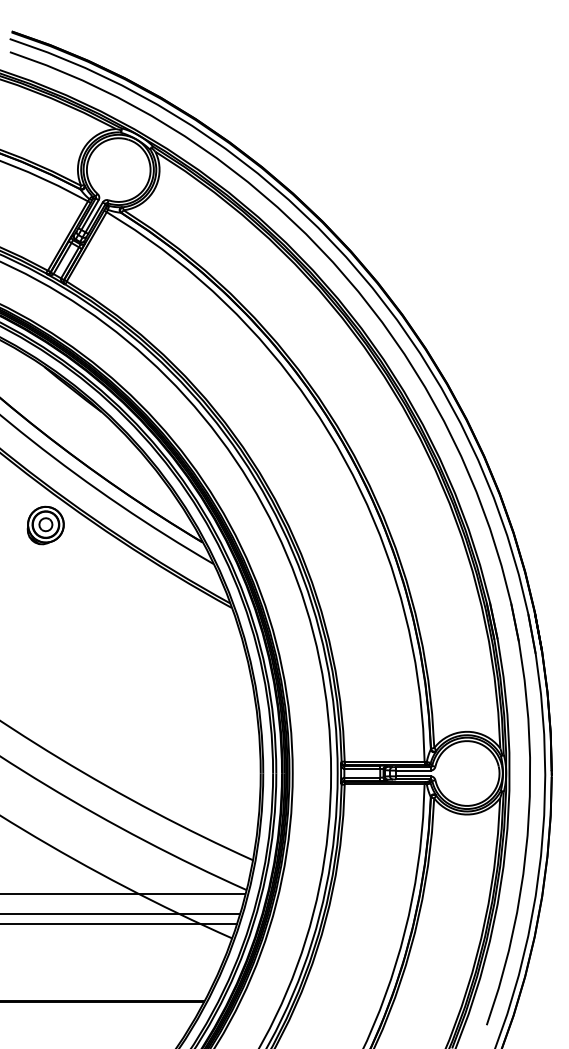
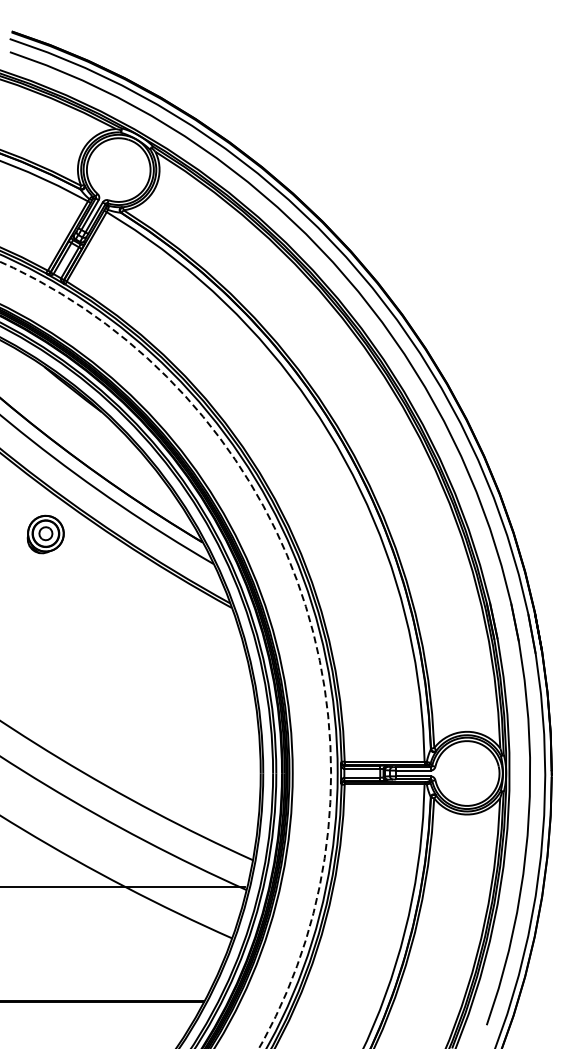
part at (45, 525) position: (45, 525) -> (45, 534)
arc at (302, 596): solid -> dashed
line at (123, 894) position: (123, 894) -> (123, 887)
line at (121, 913): present -> none
line at (119, 924): present -> none
